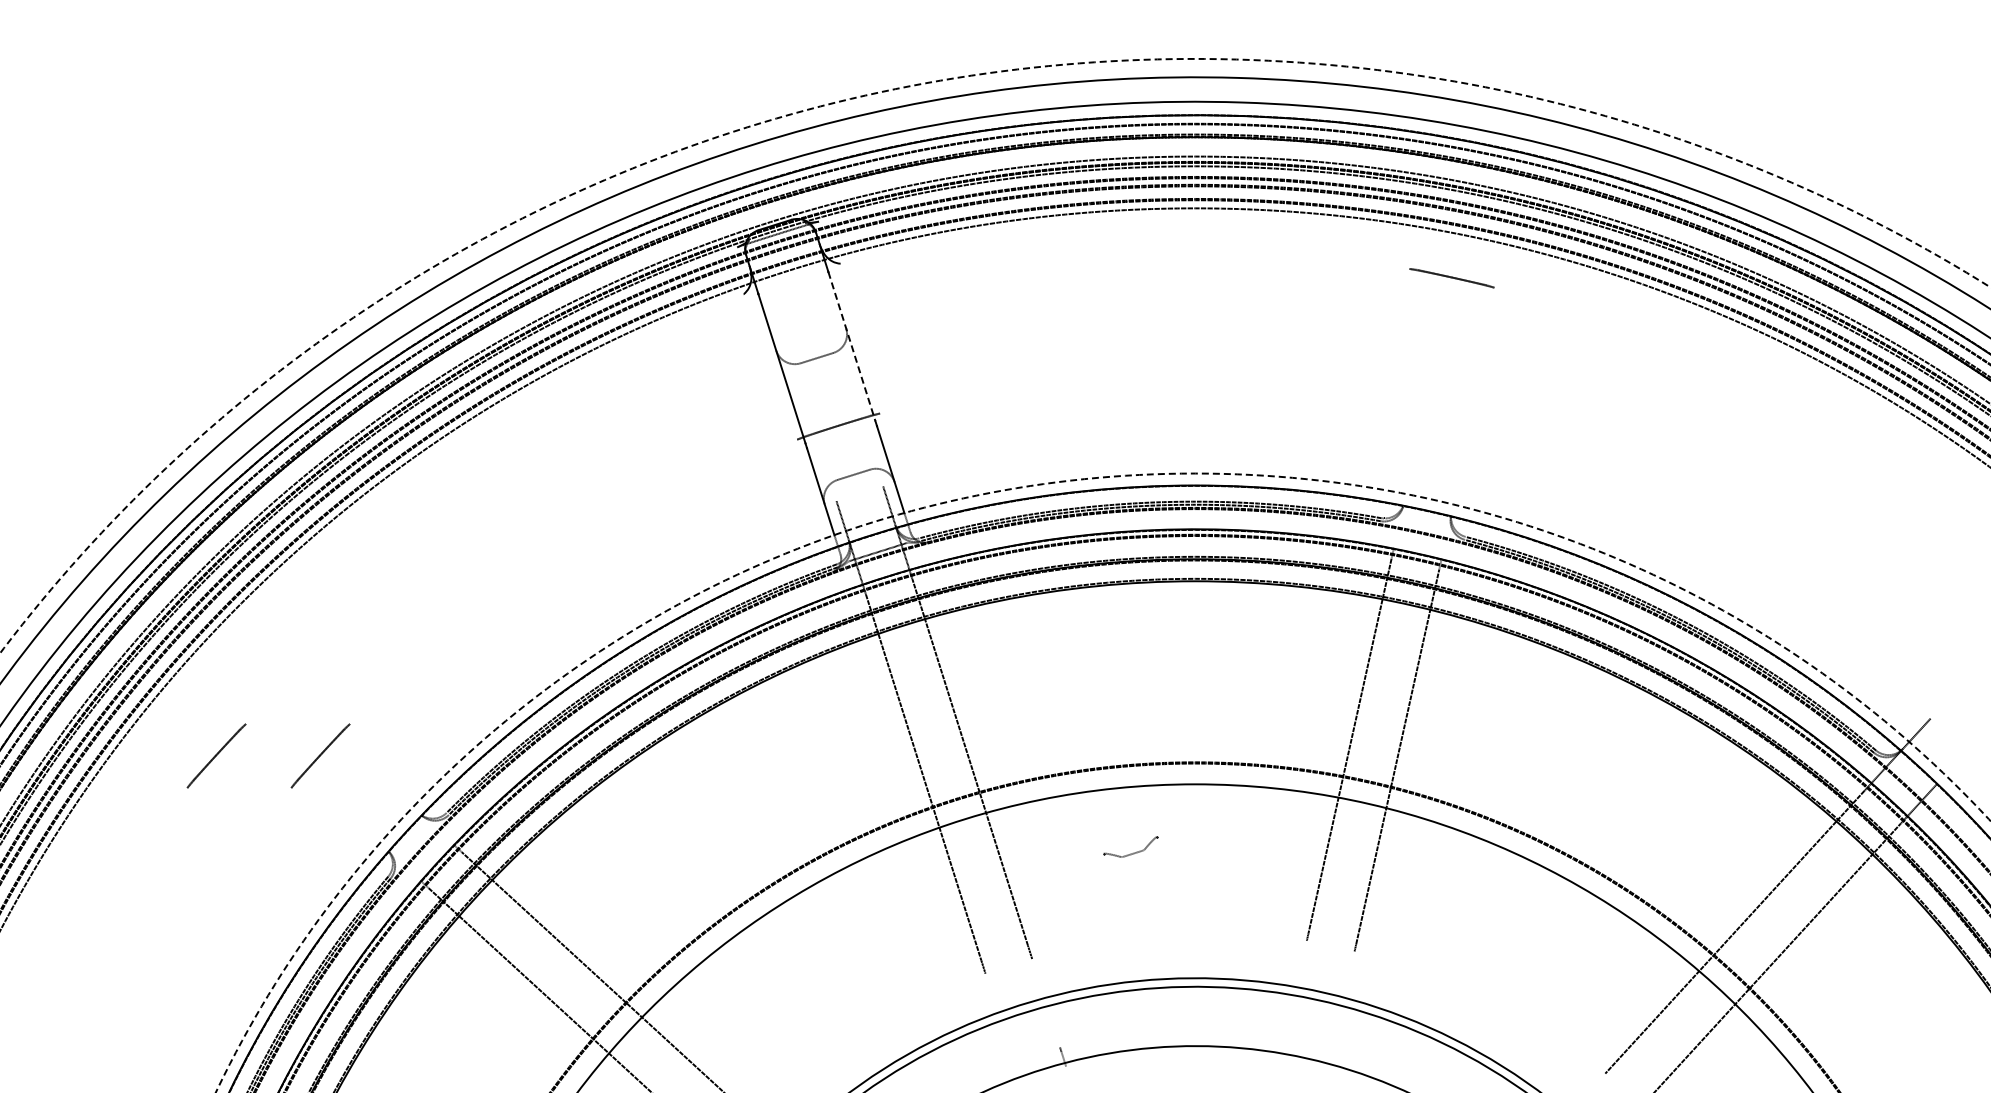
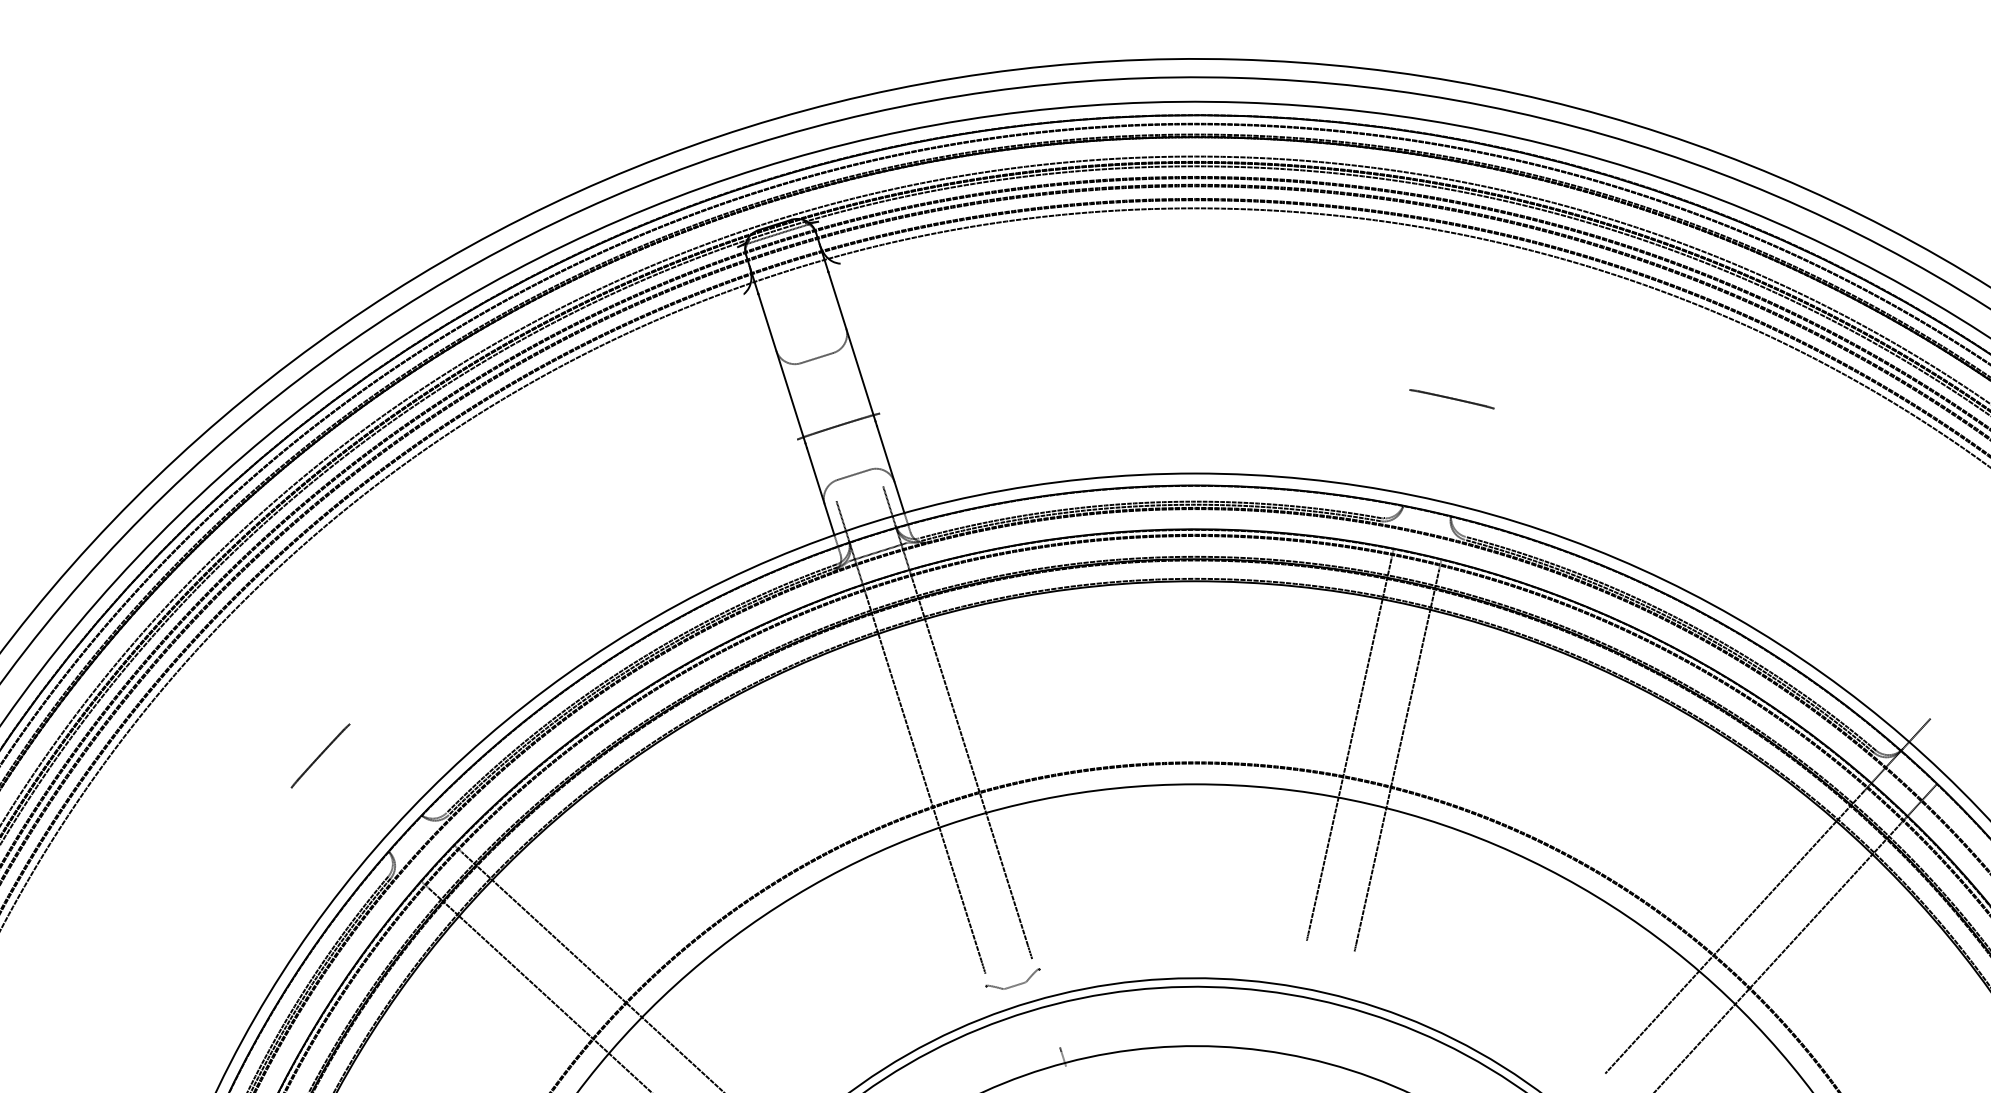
arc at (921, 84): dashed -> solid
line at (1451, 278) position: (1451, 278) -> (1451, 399)
line at (852, 347): dashed -> solid
line at (216, 755): present -> none
circle at (1102, 782): dashed -> solid
part at (1133, 852) position: (1133, 852) -> (1015, 984)
